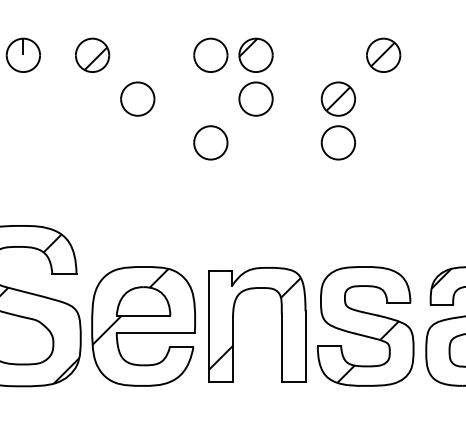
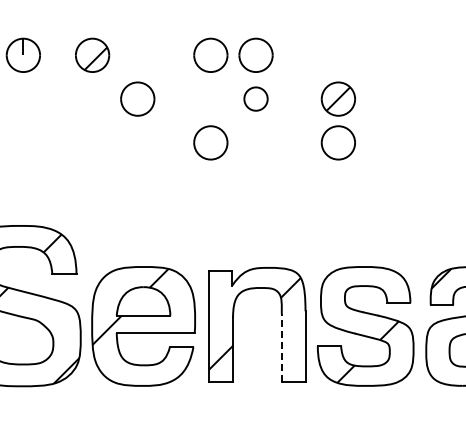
hatch at (248, 47): present -> none
part at (383, 54): present -> none
part at (255, 98) size: 36x36 px -> 26x26 px
line at (281, 347): solid -> dashed
